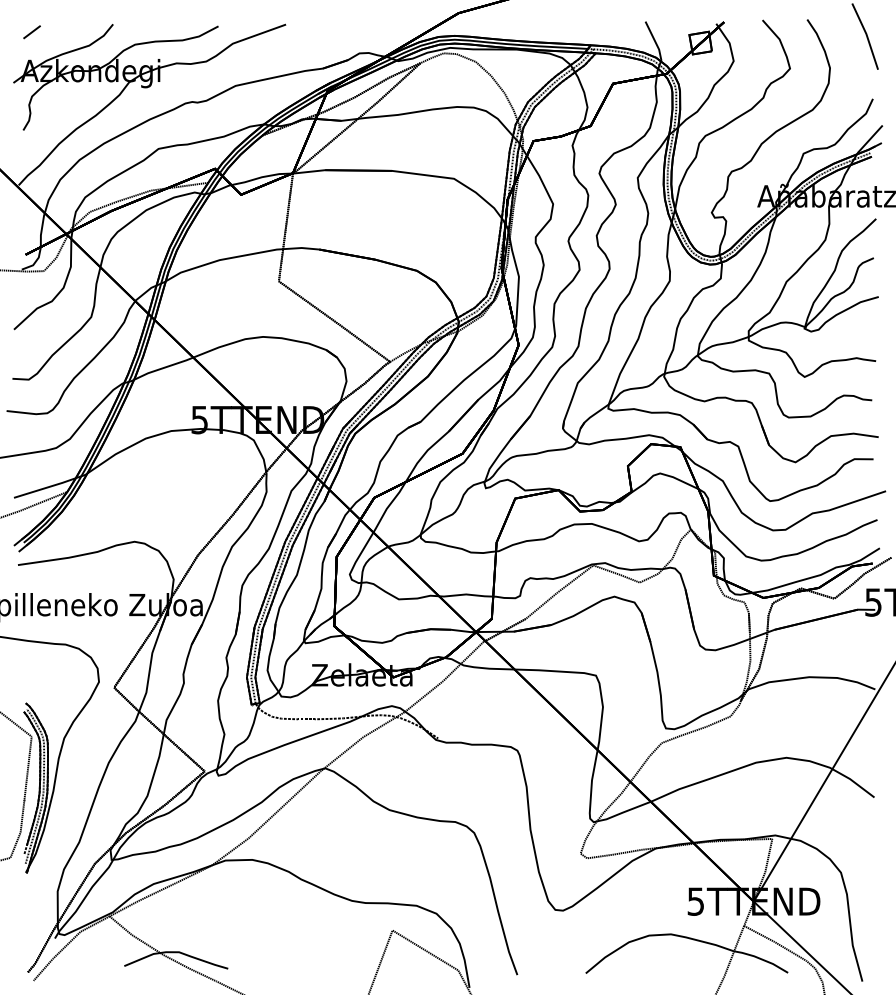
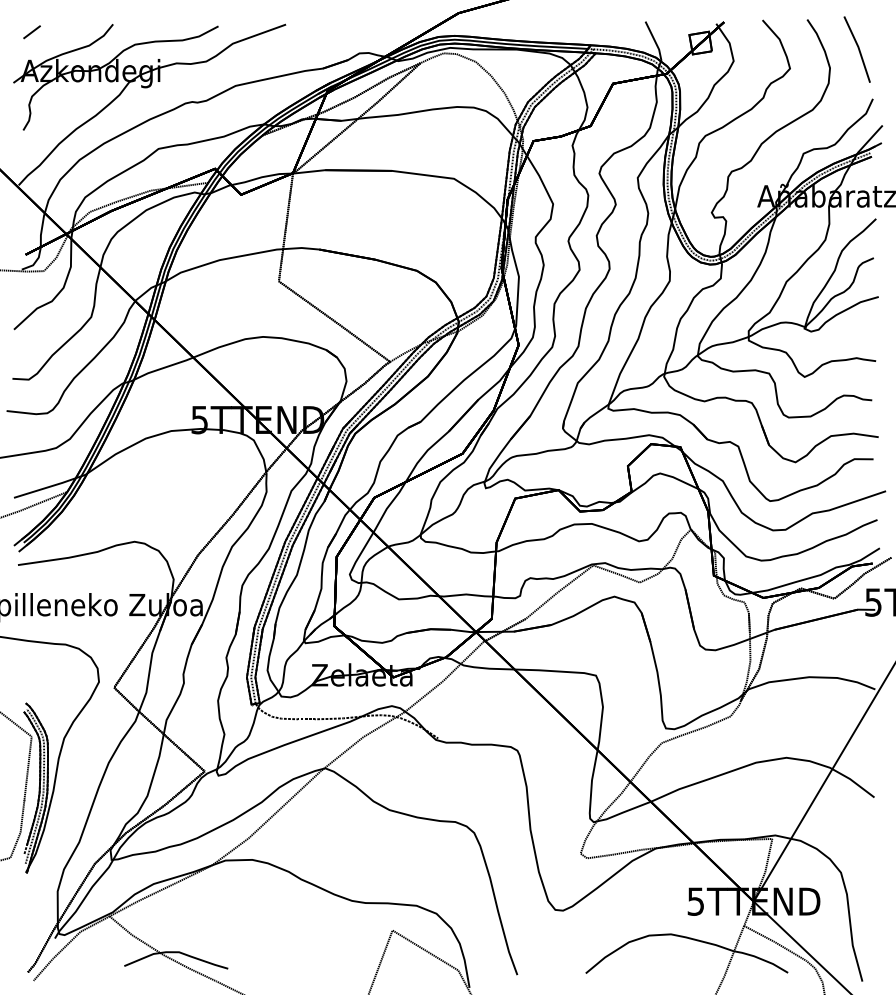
line at (865, 35) position: (865, 35) -> (857, 48)
